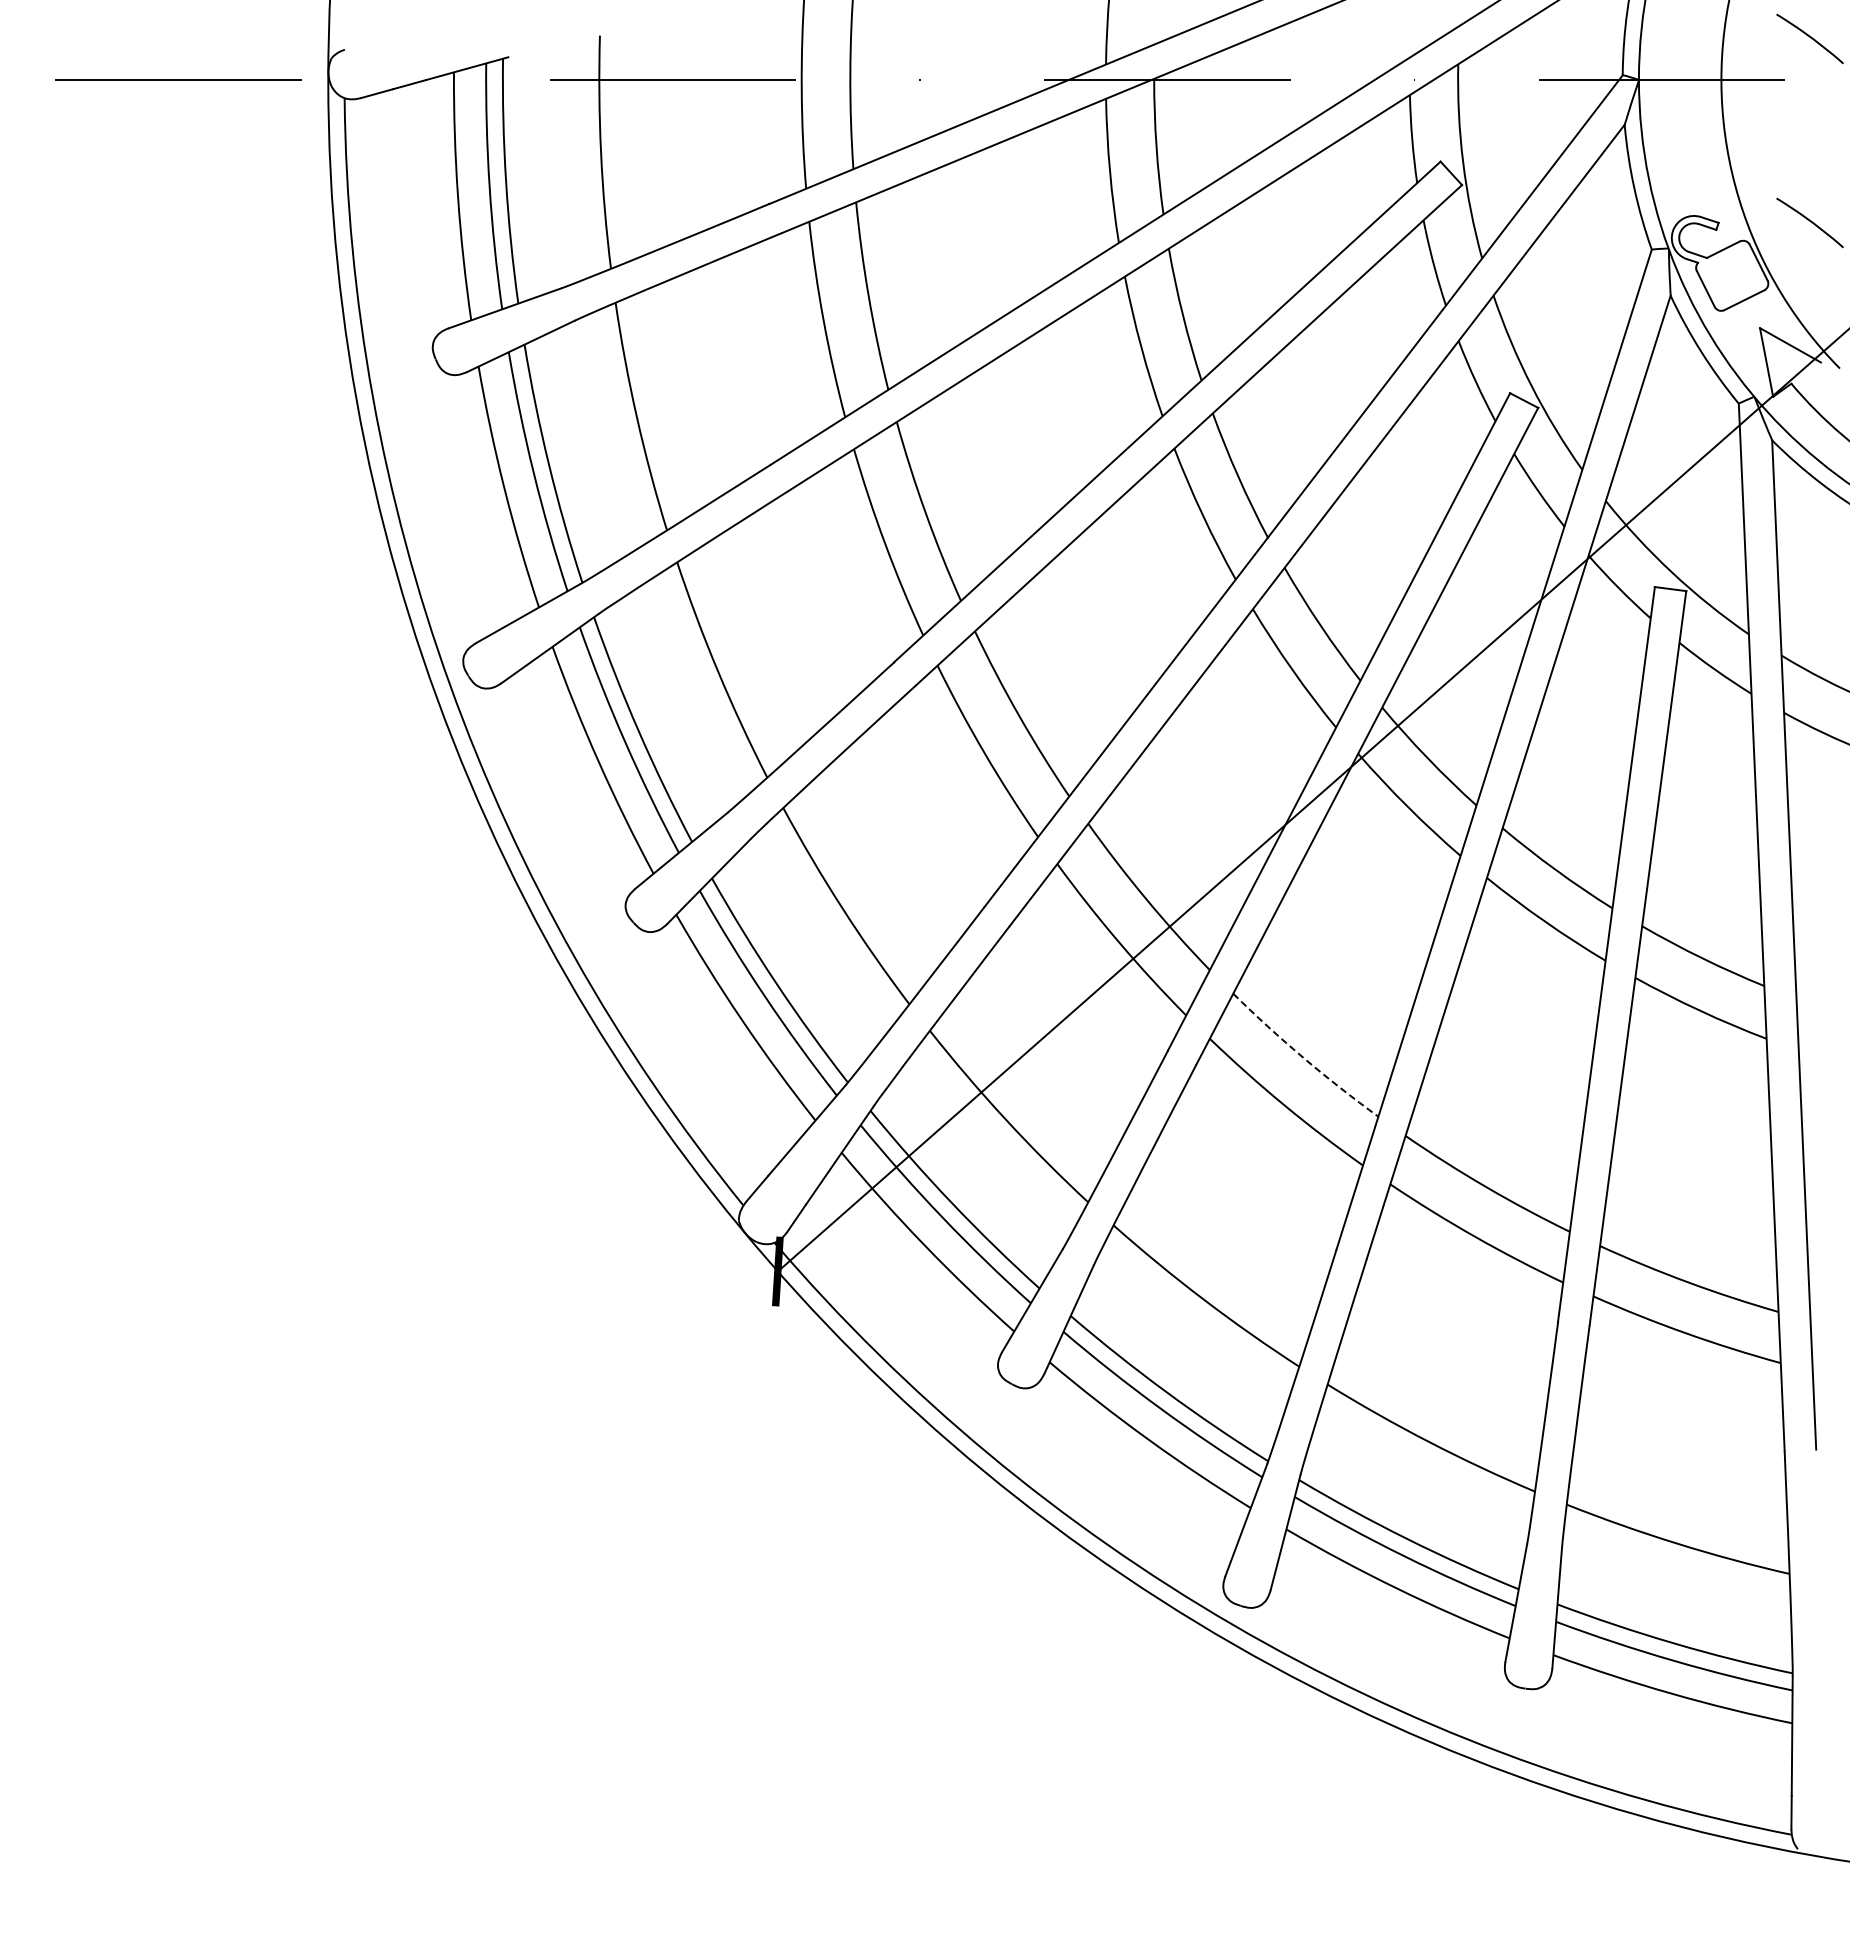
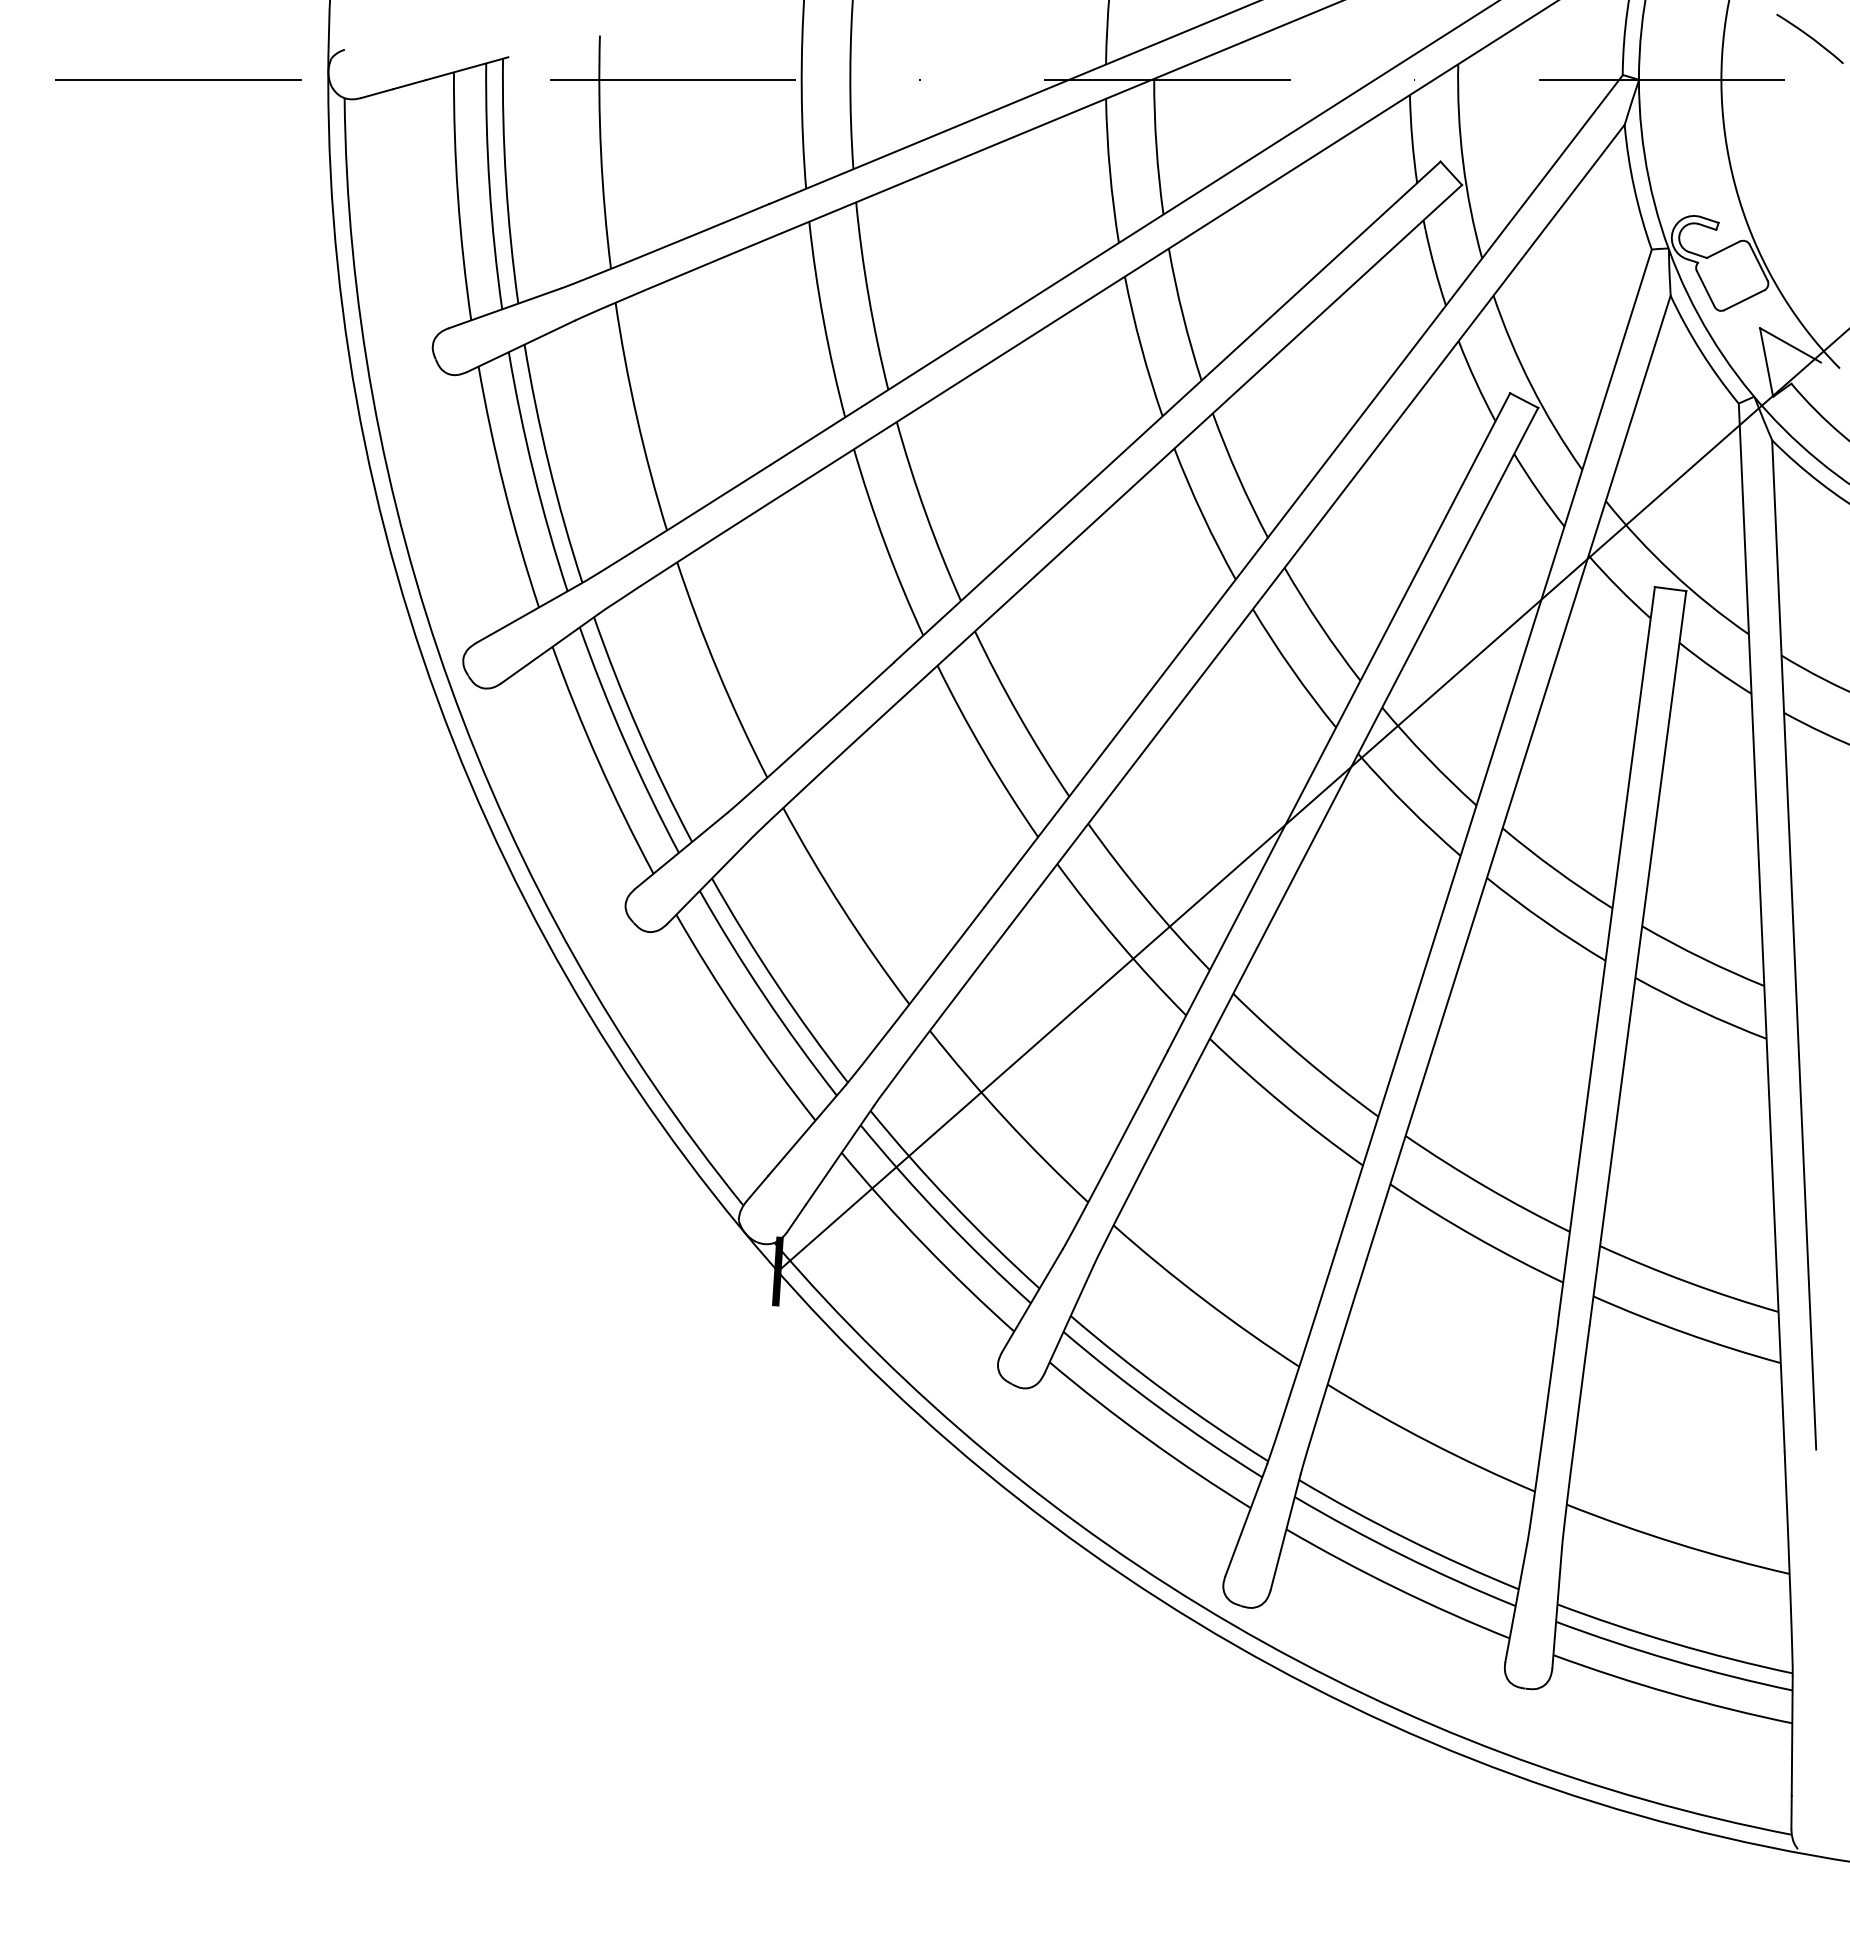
curve at (1809, 221): present -> none
arc at (1303, 1057): dashed -> solid
